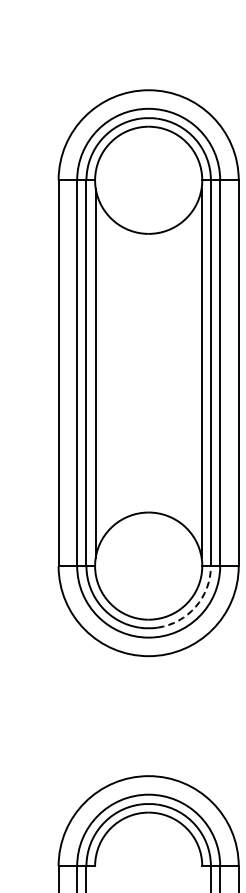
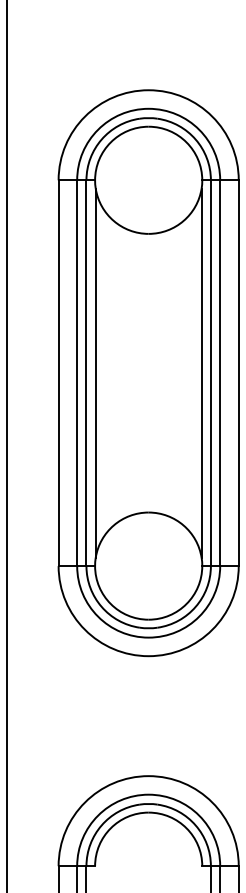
line at (7, 445): none -> present
arc at (195, 606): dashed -> solid
